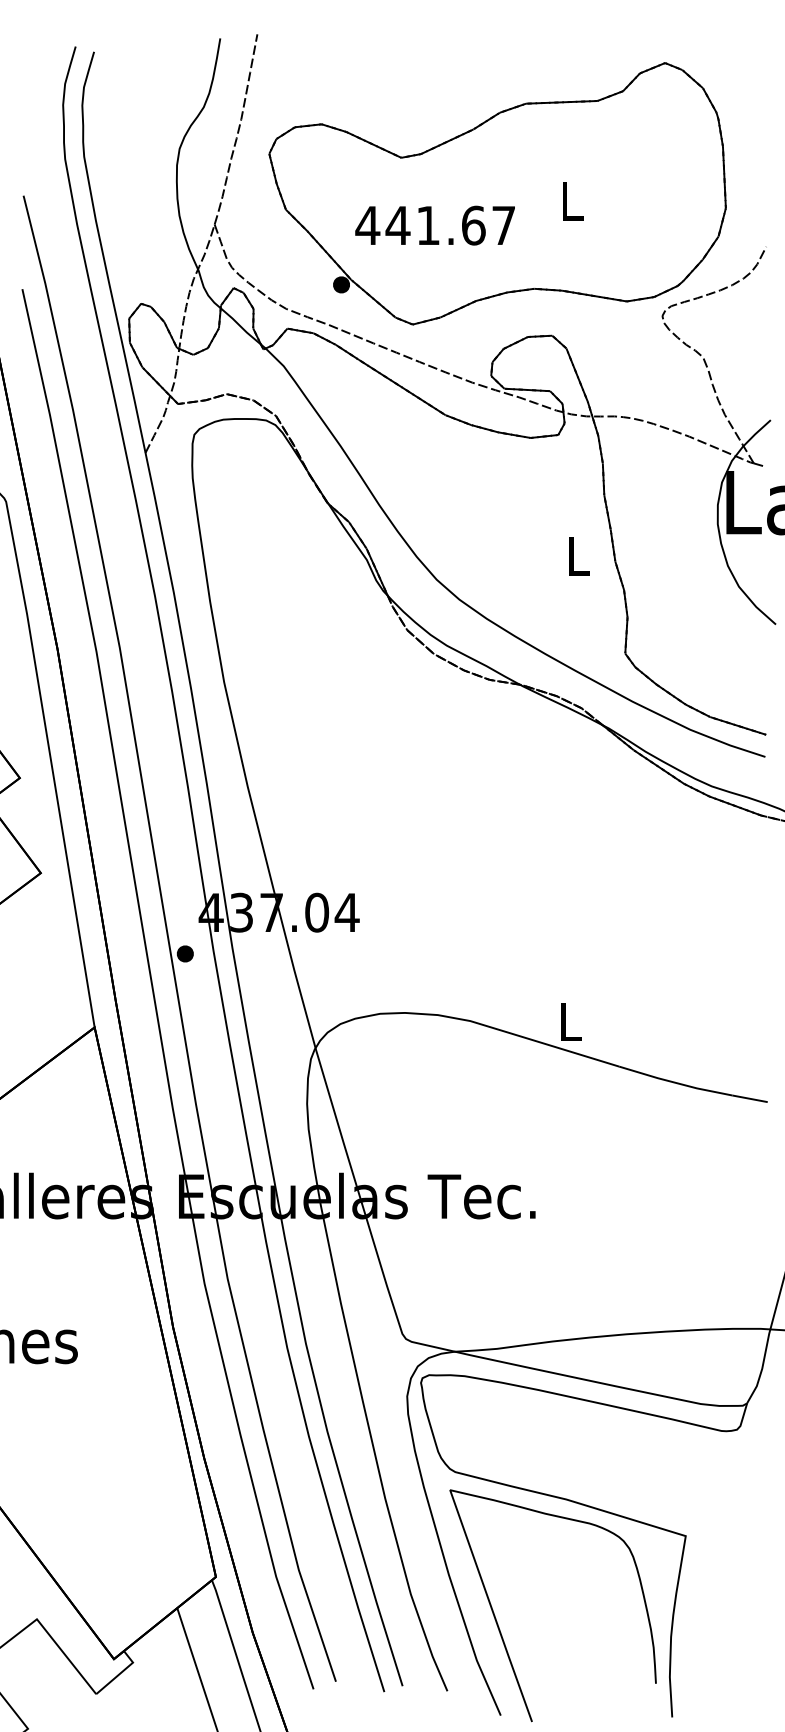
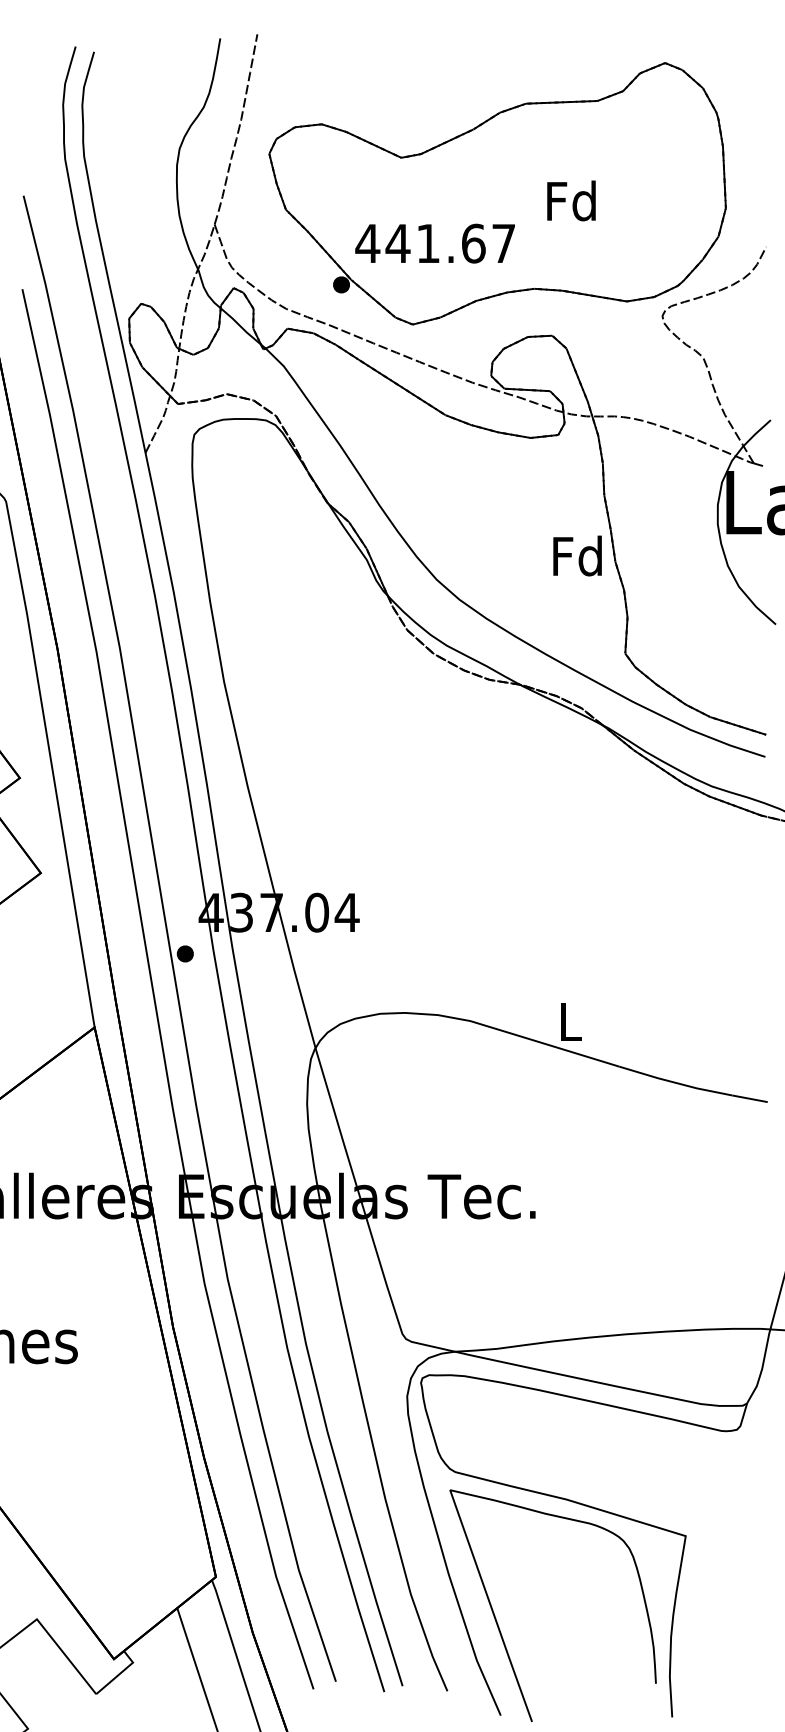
text at (571, 200): L -> Fd
text at (434, 225) position: (434, 225) -> (434, 243)
text at (577, 555): L -> Fd
